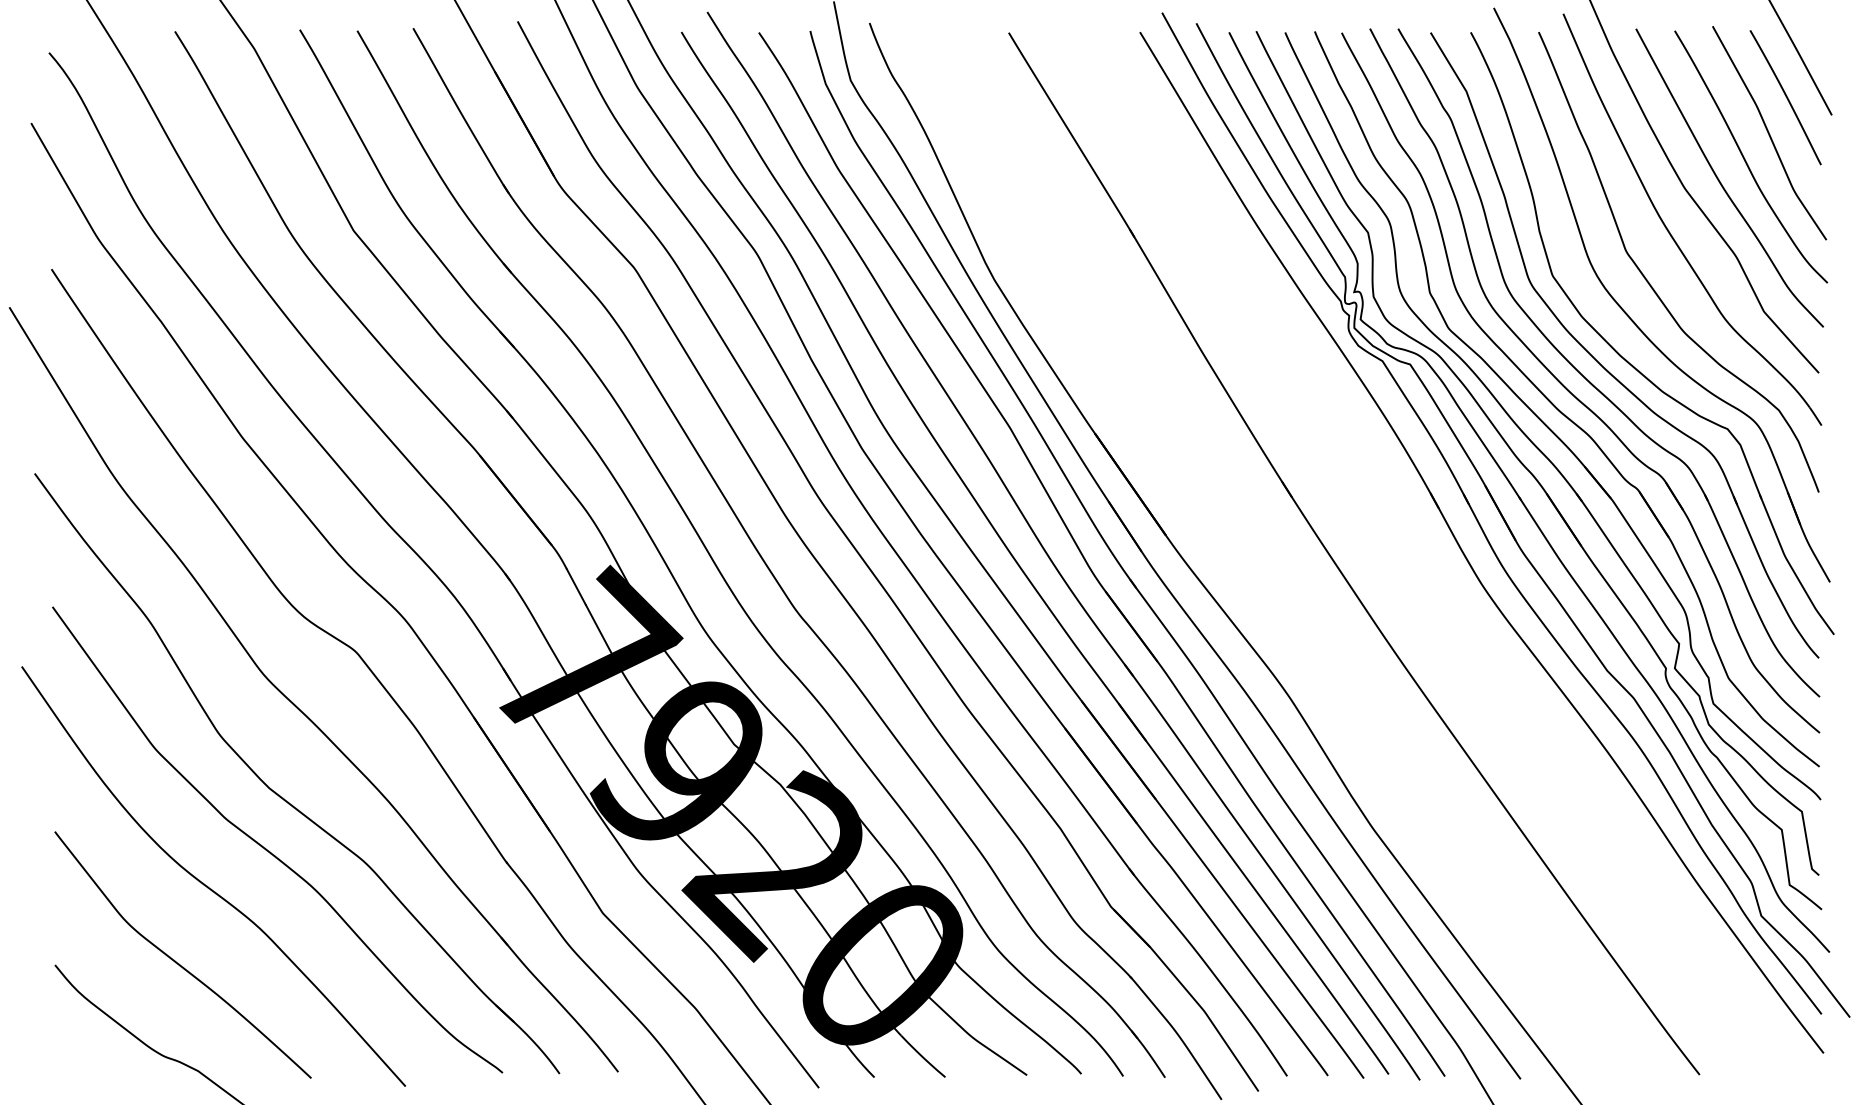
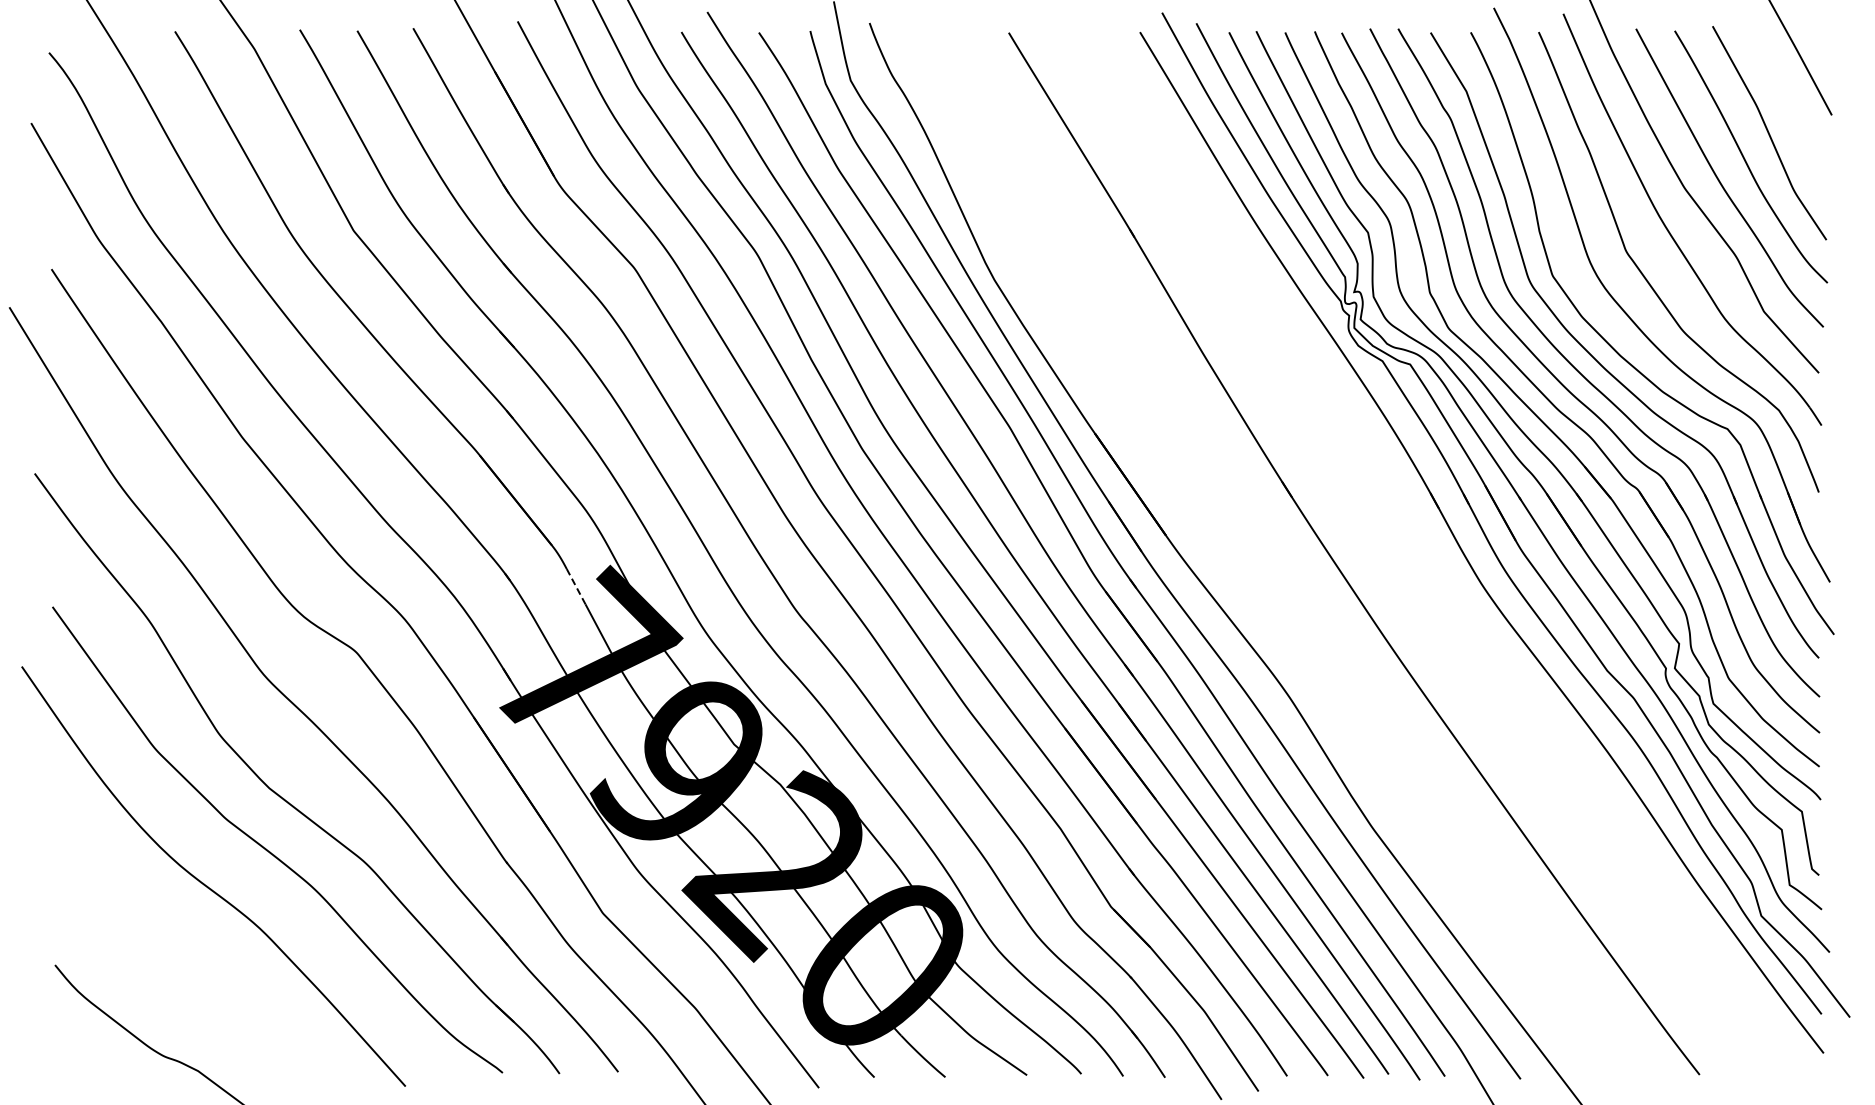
curve at (1785, 96): present -> none
line at (576, 586): solid -> dashed
curve at (175, 960): present -> none
